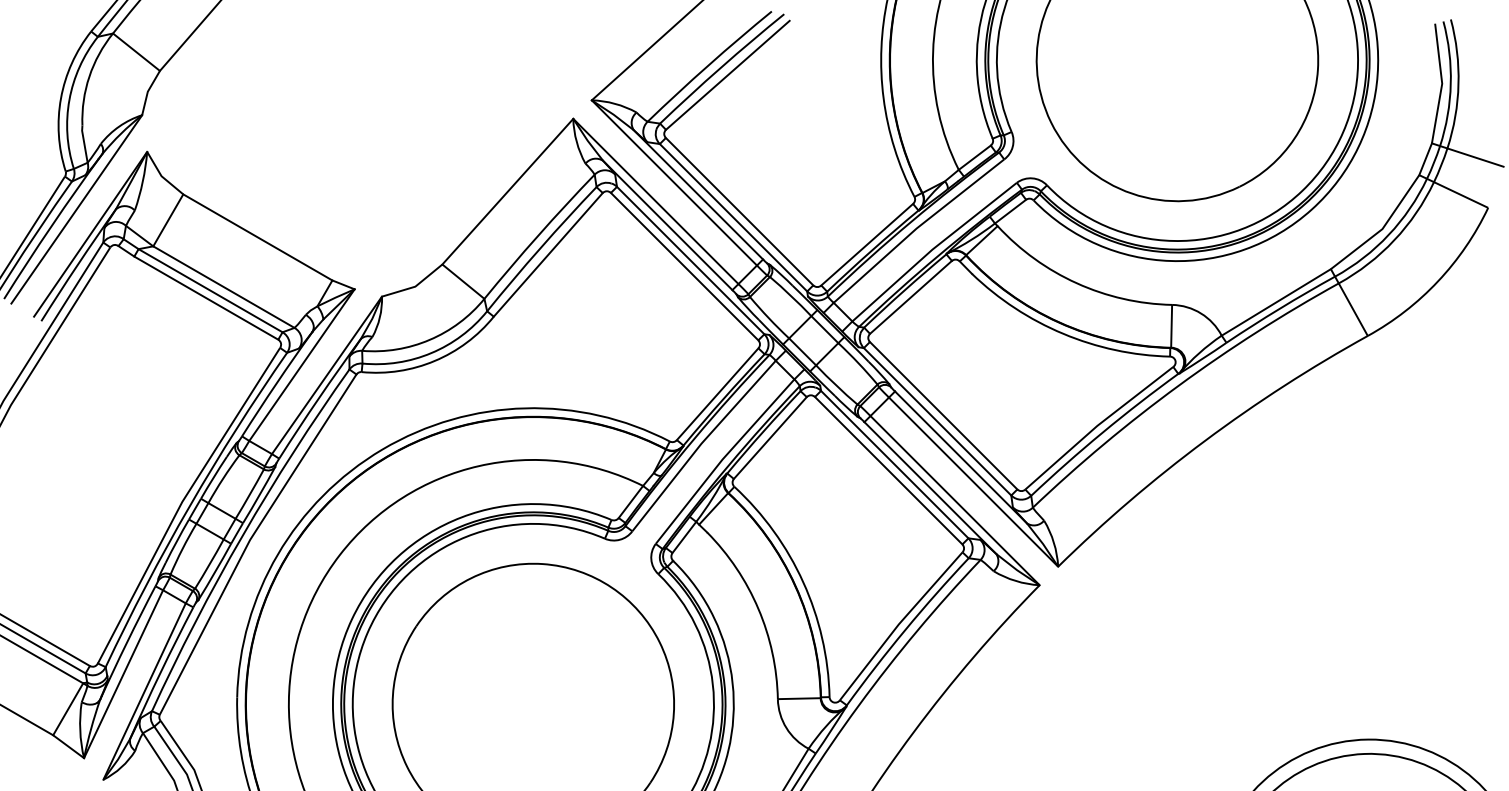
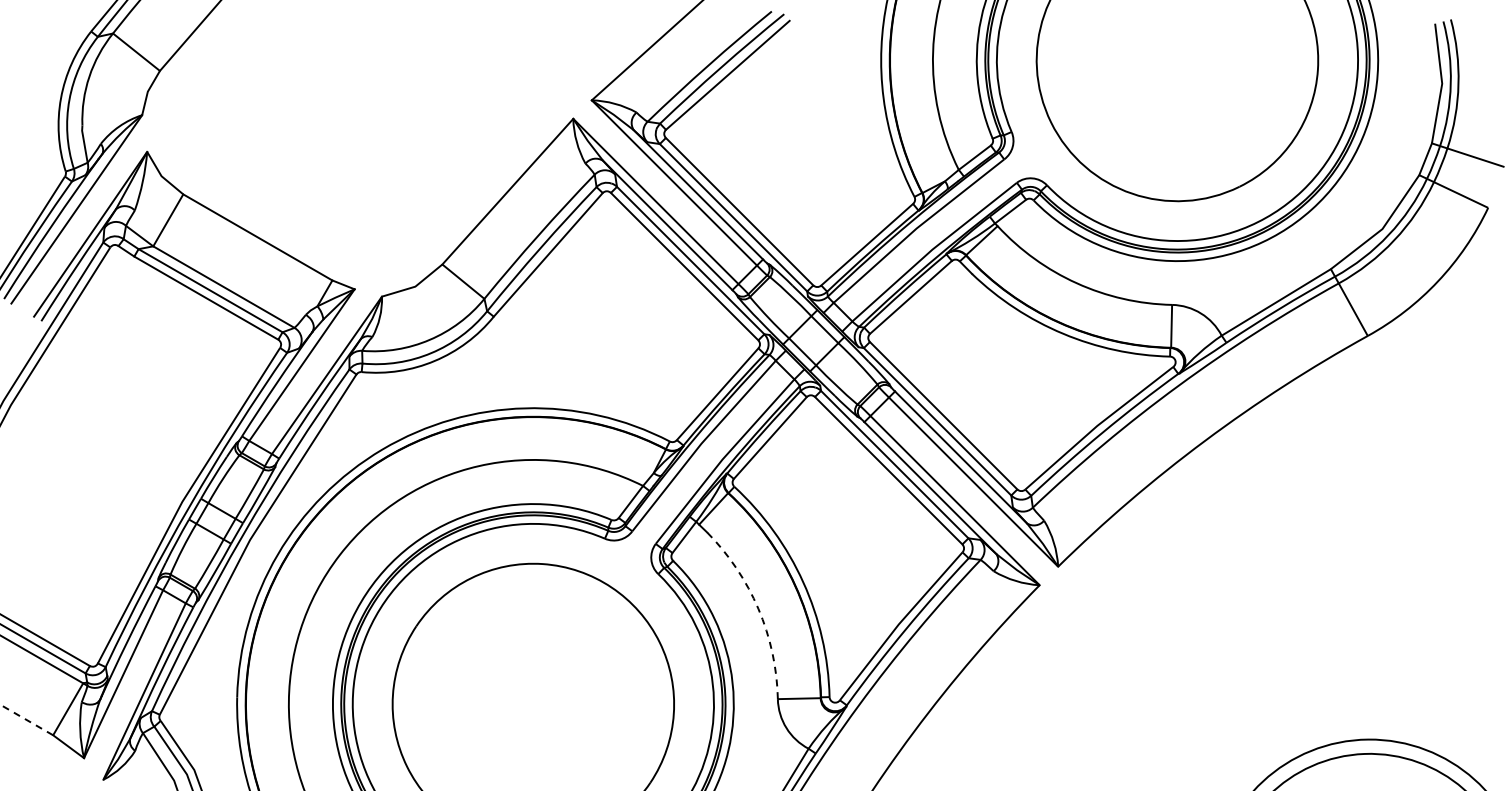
arc at (758, 608): solid -> dashed
line at (27, 720): solid -> dashed
